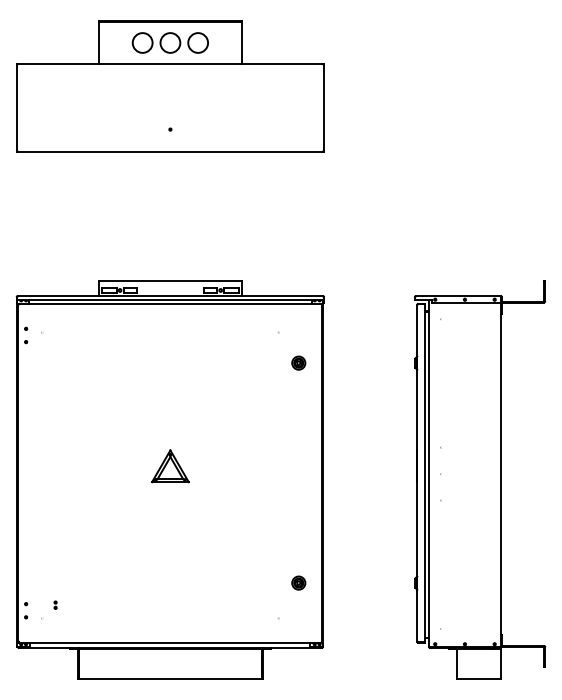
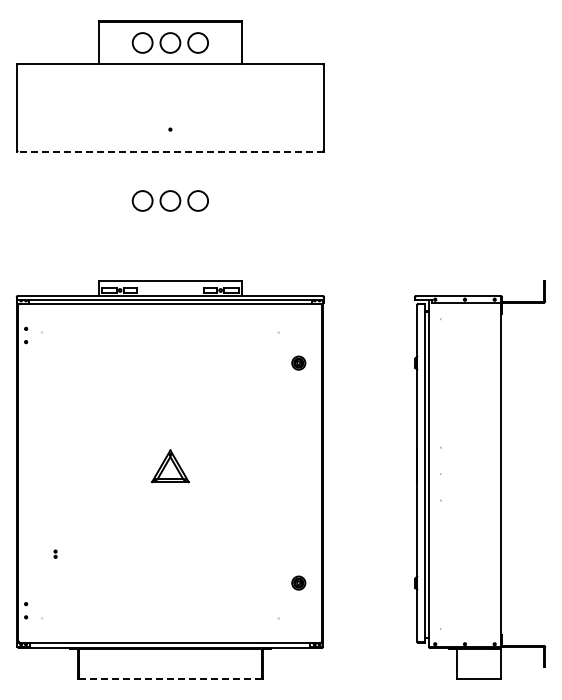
line at (169, 151): solid -> dashed
part at (169, 200): none -> present
part at (55, 604) position: (55, 604) -> (55, 553)
line at (170, 679): solid -> dashed
